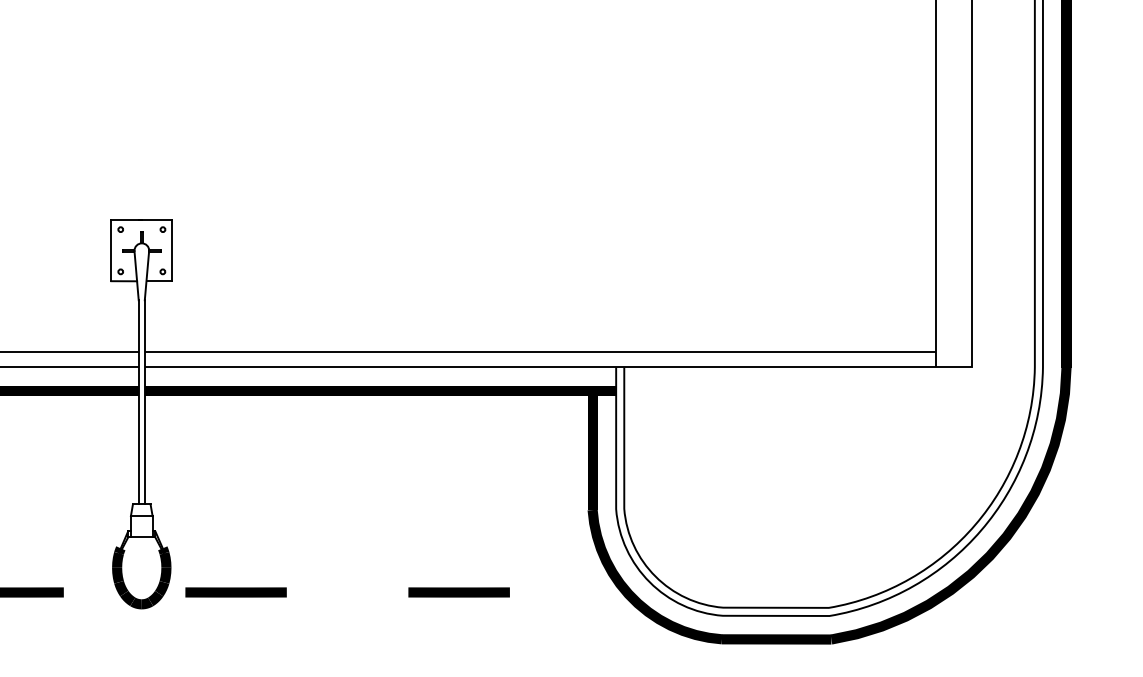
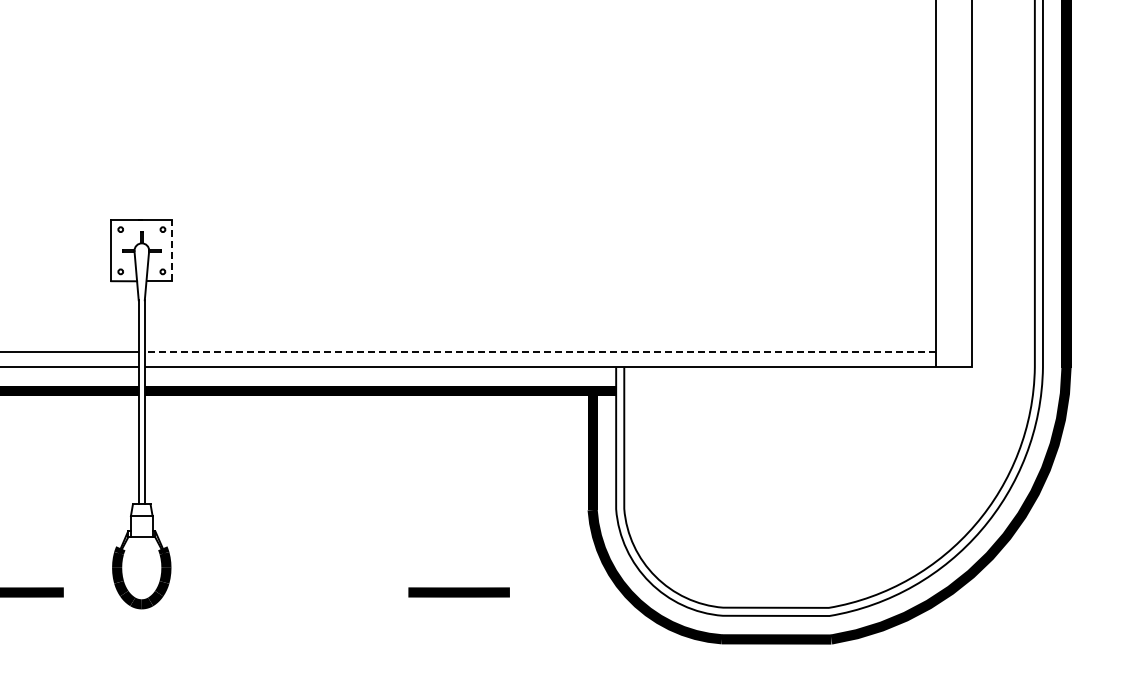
line at (172, 250): solid -> dashed
line at (540, 352): solid -> dashed
curve at (235, 592): present -> none
